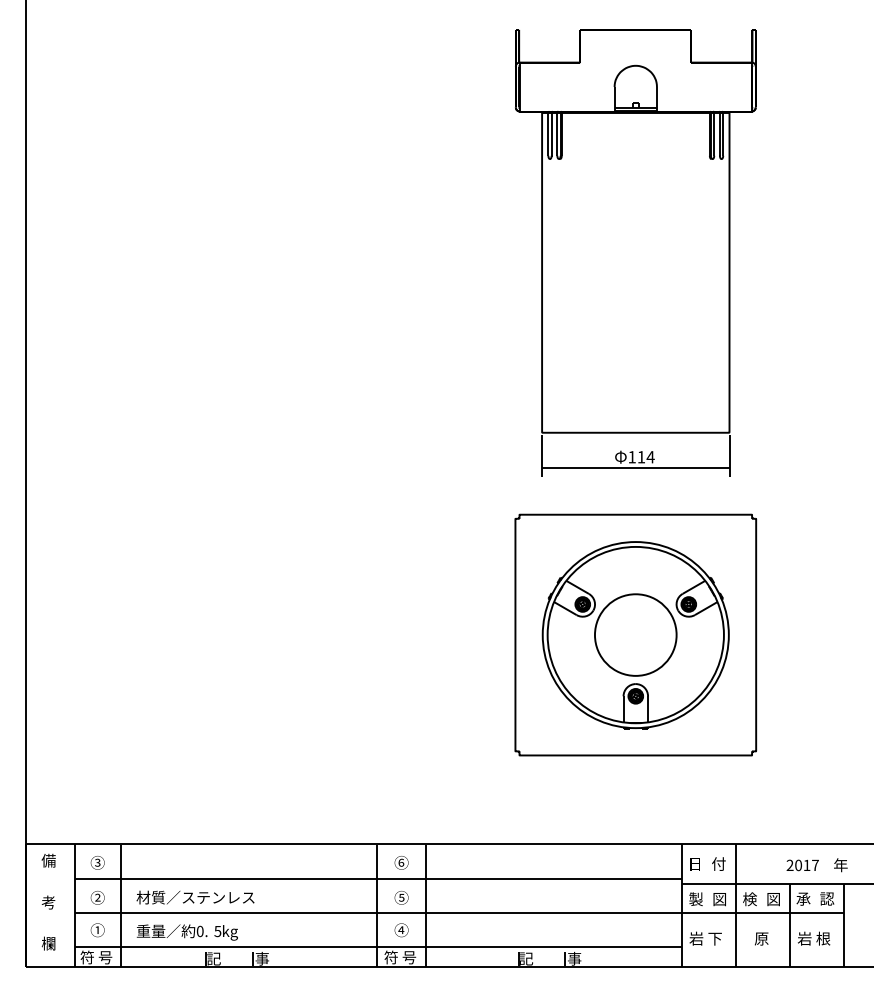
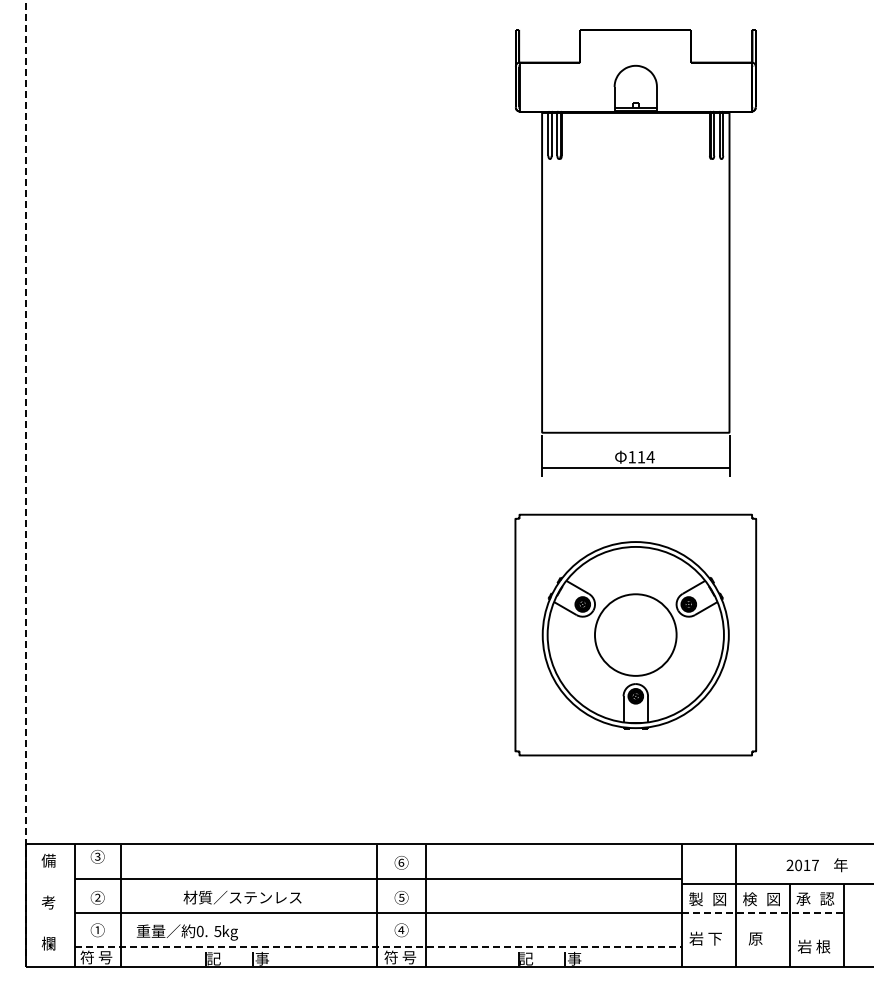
line at (26, 483): solid -> dashed
text at (97, 862) position: (97, 862) -> (97, 856)
part at (707, 863): present -> none
text at (195, 897) position: (195, 897) -> (242, 897)
line at (762, 913): solid -> dashed
text at (761, 938) position: (761, 938) -> (755, 938)
text at (814, 938) position: (814, 938) -> (814, 946)
line at (378, 947): solid -> dashed
